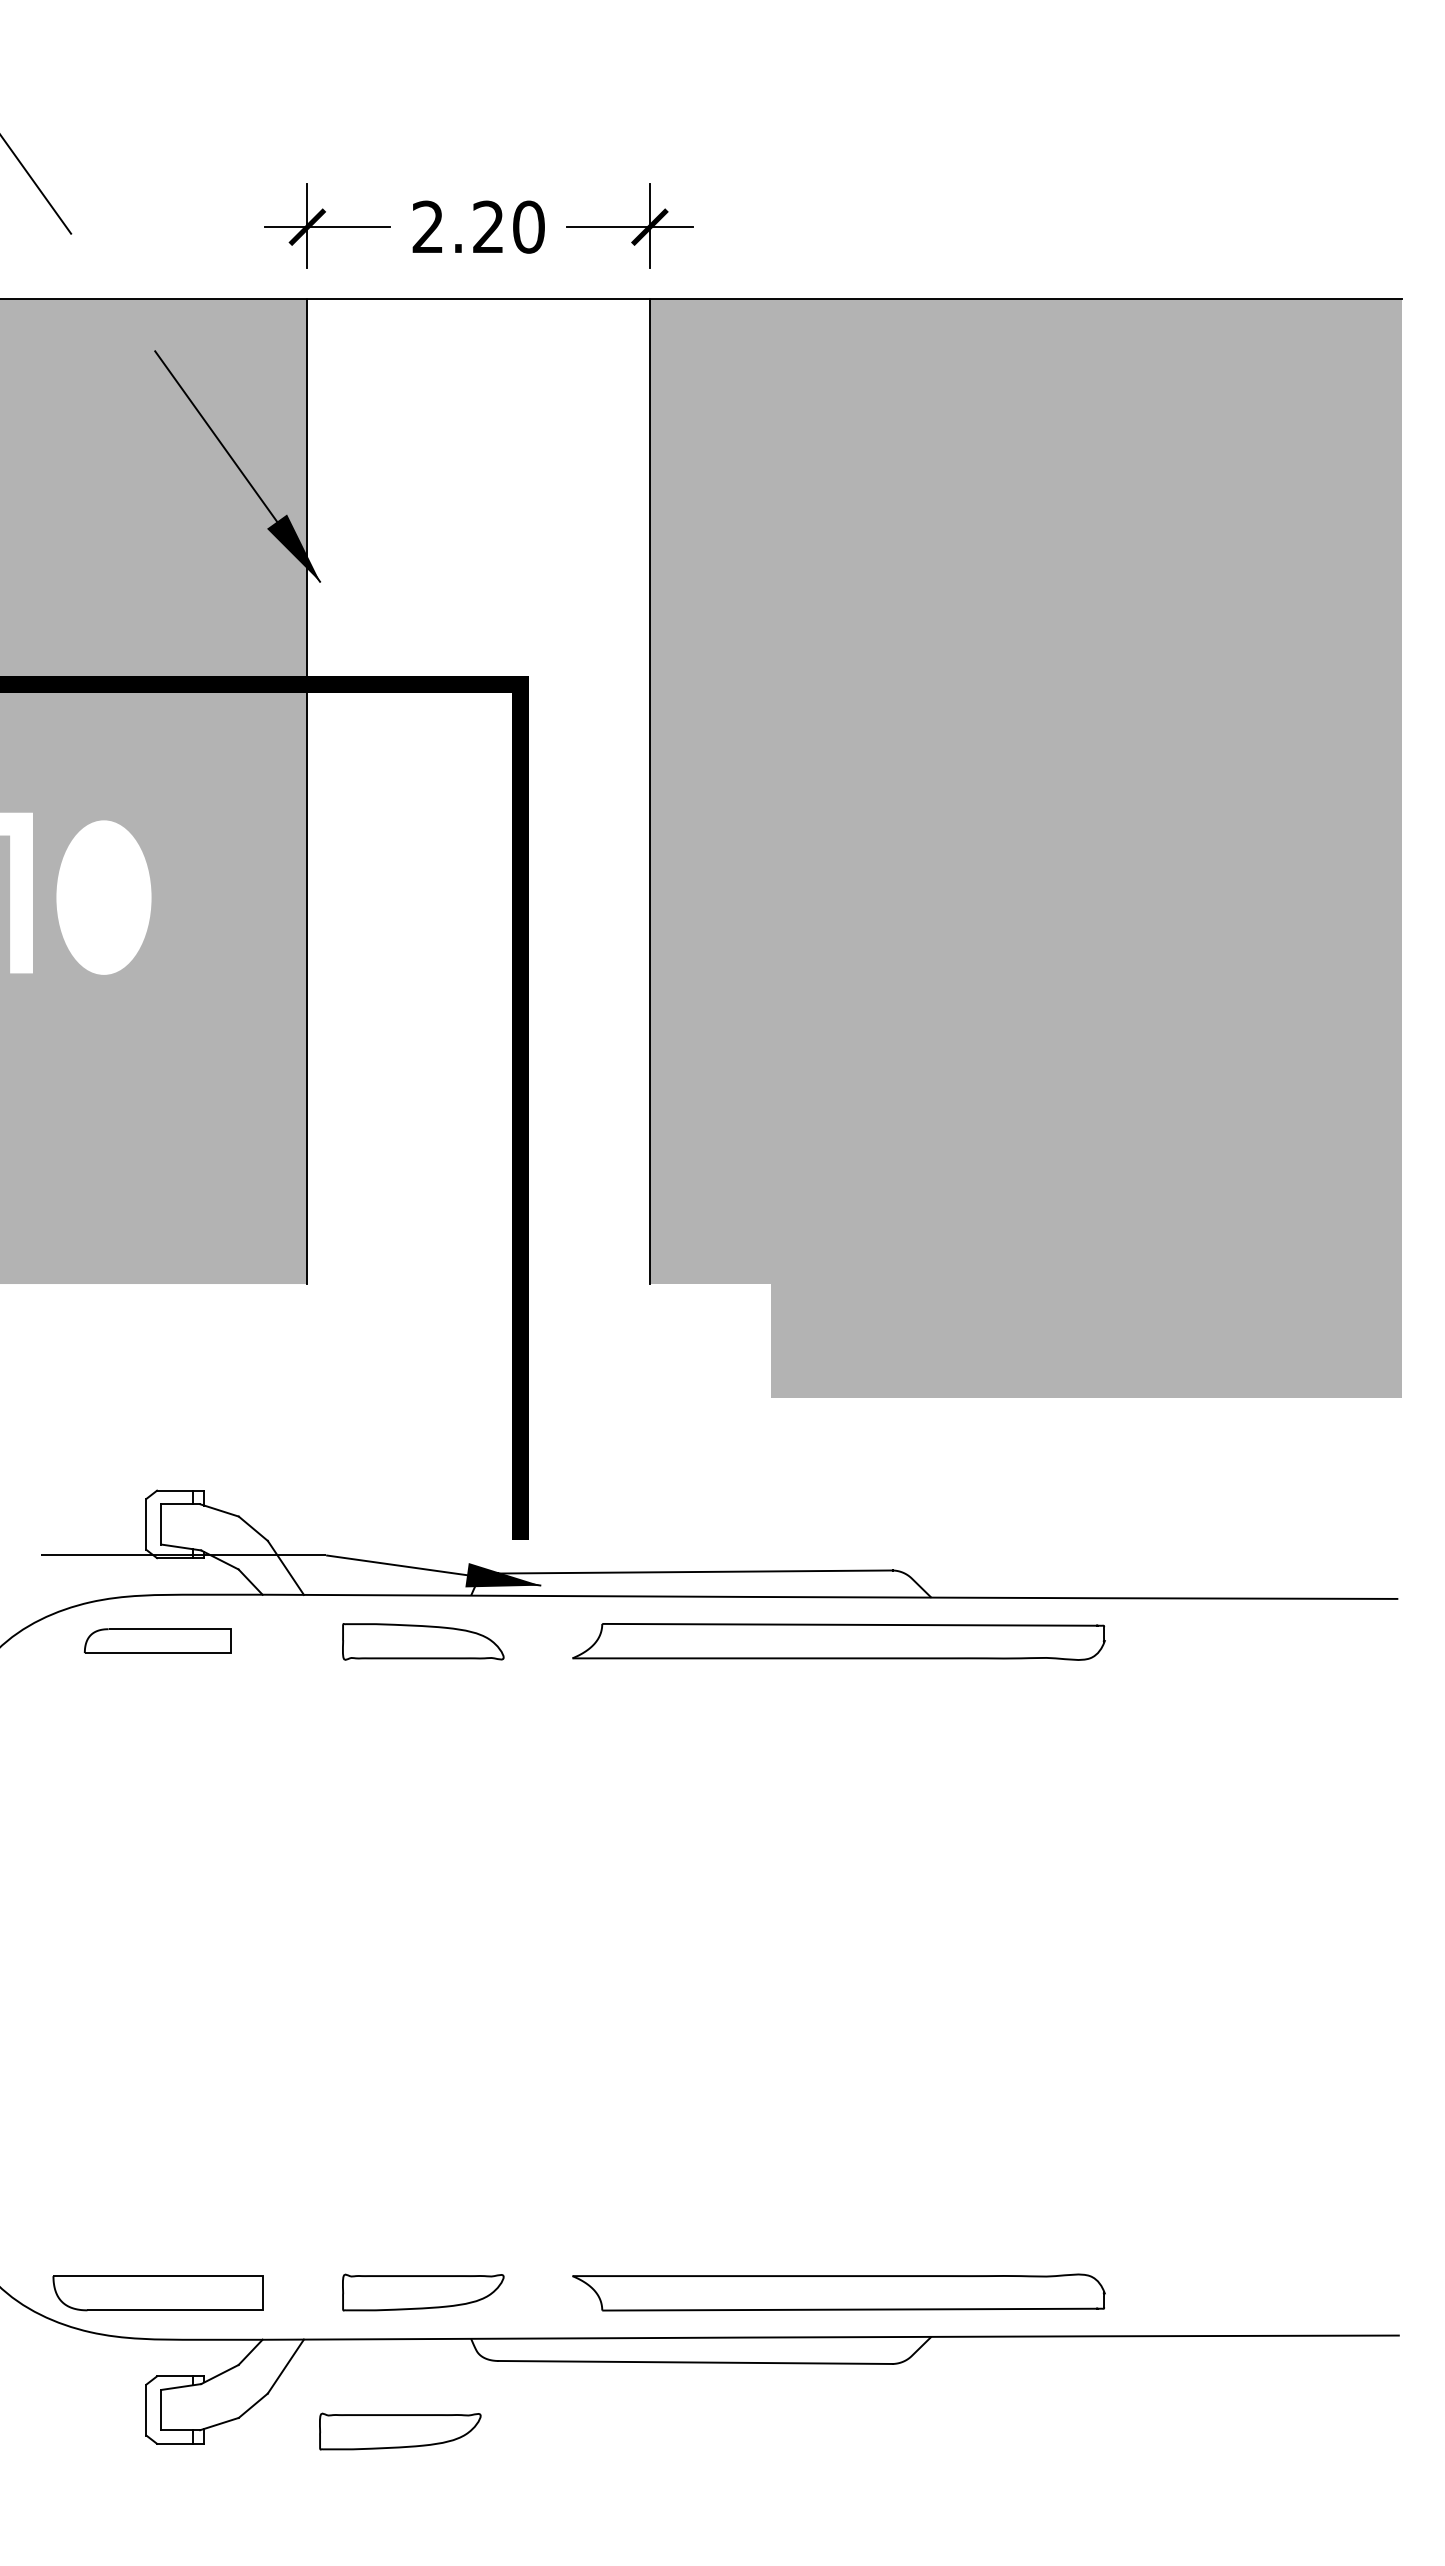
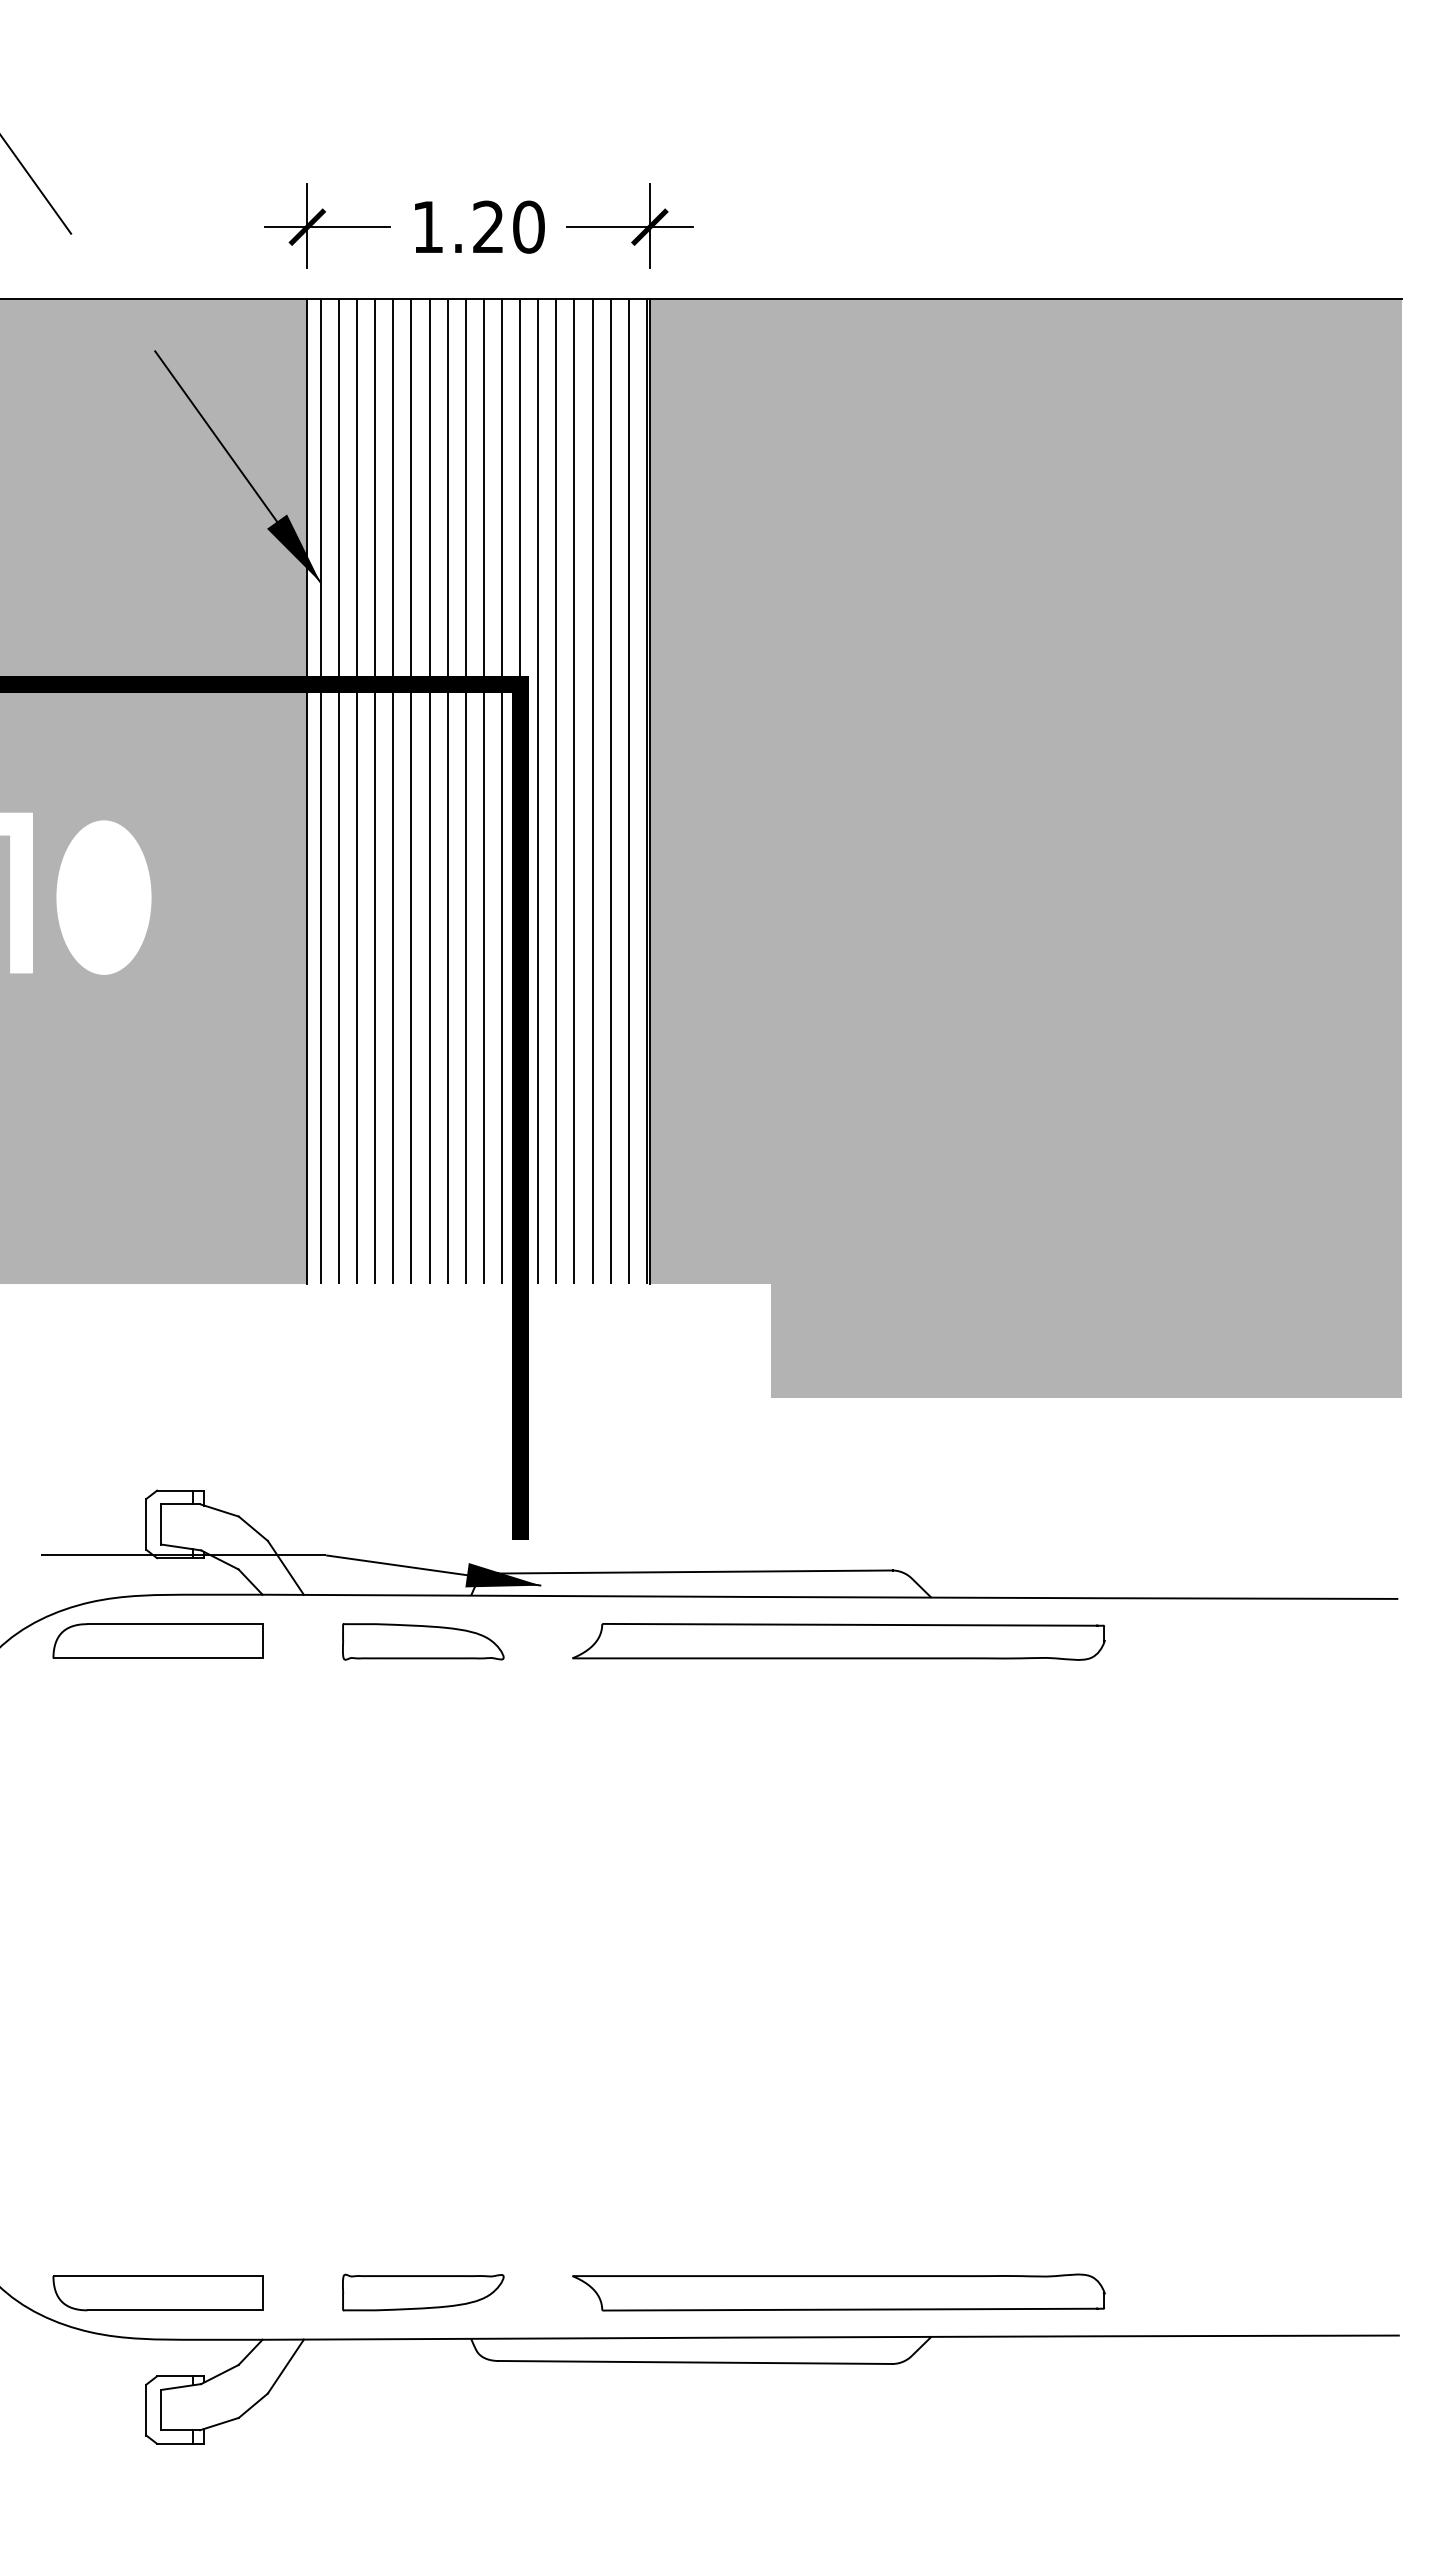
text at (427, 226): 2.20 -> 1.20
hatch at (483, 791): none -> present
part at (157, 1640) size: 149x26 px -> 212x36 px
part at (400, 2431): present -> none
